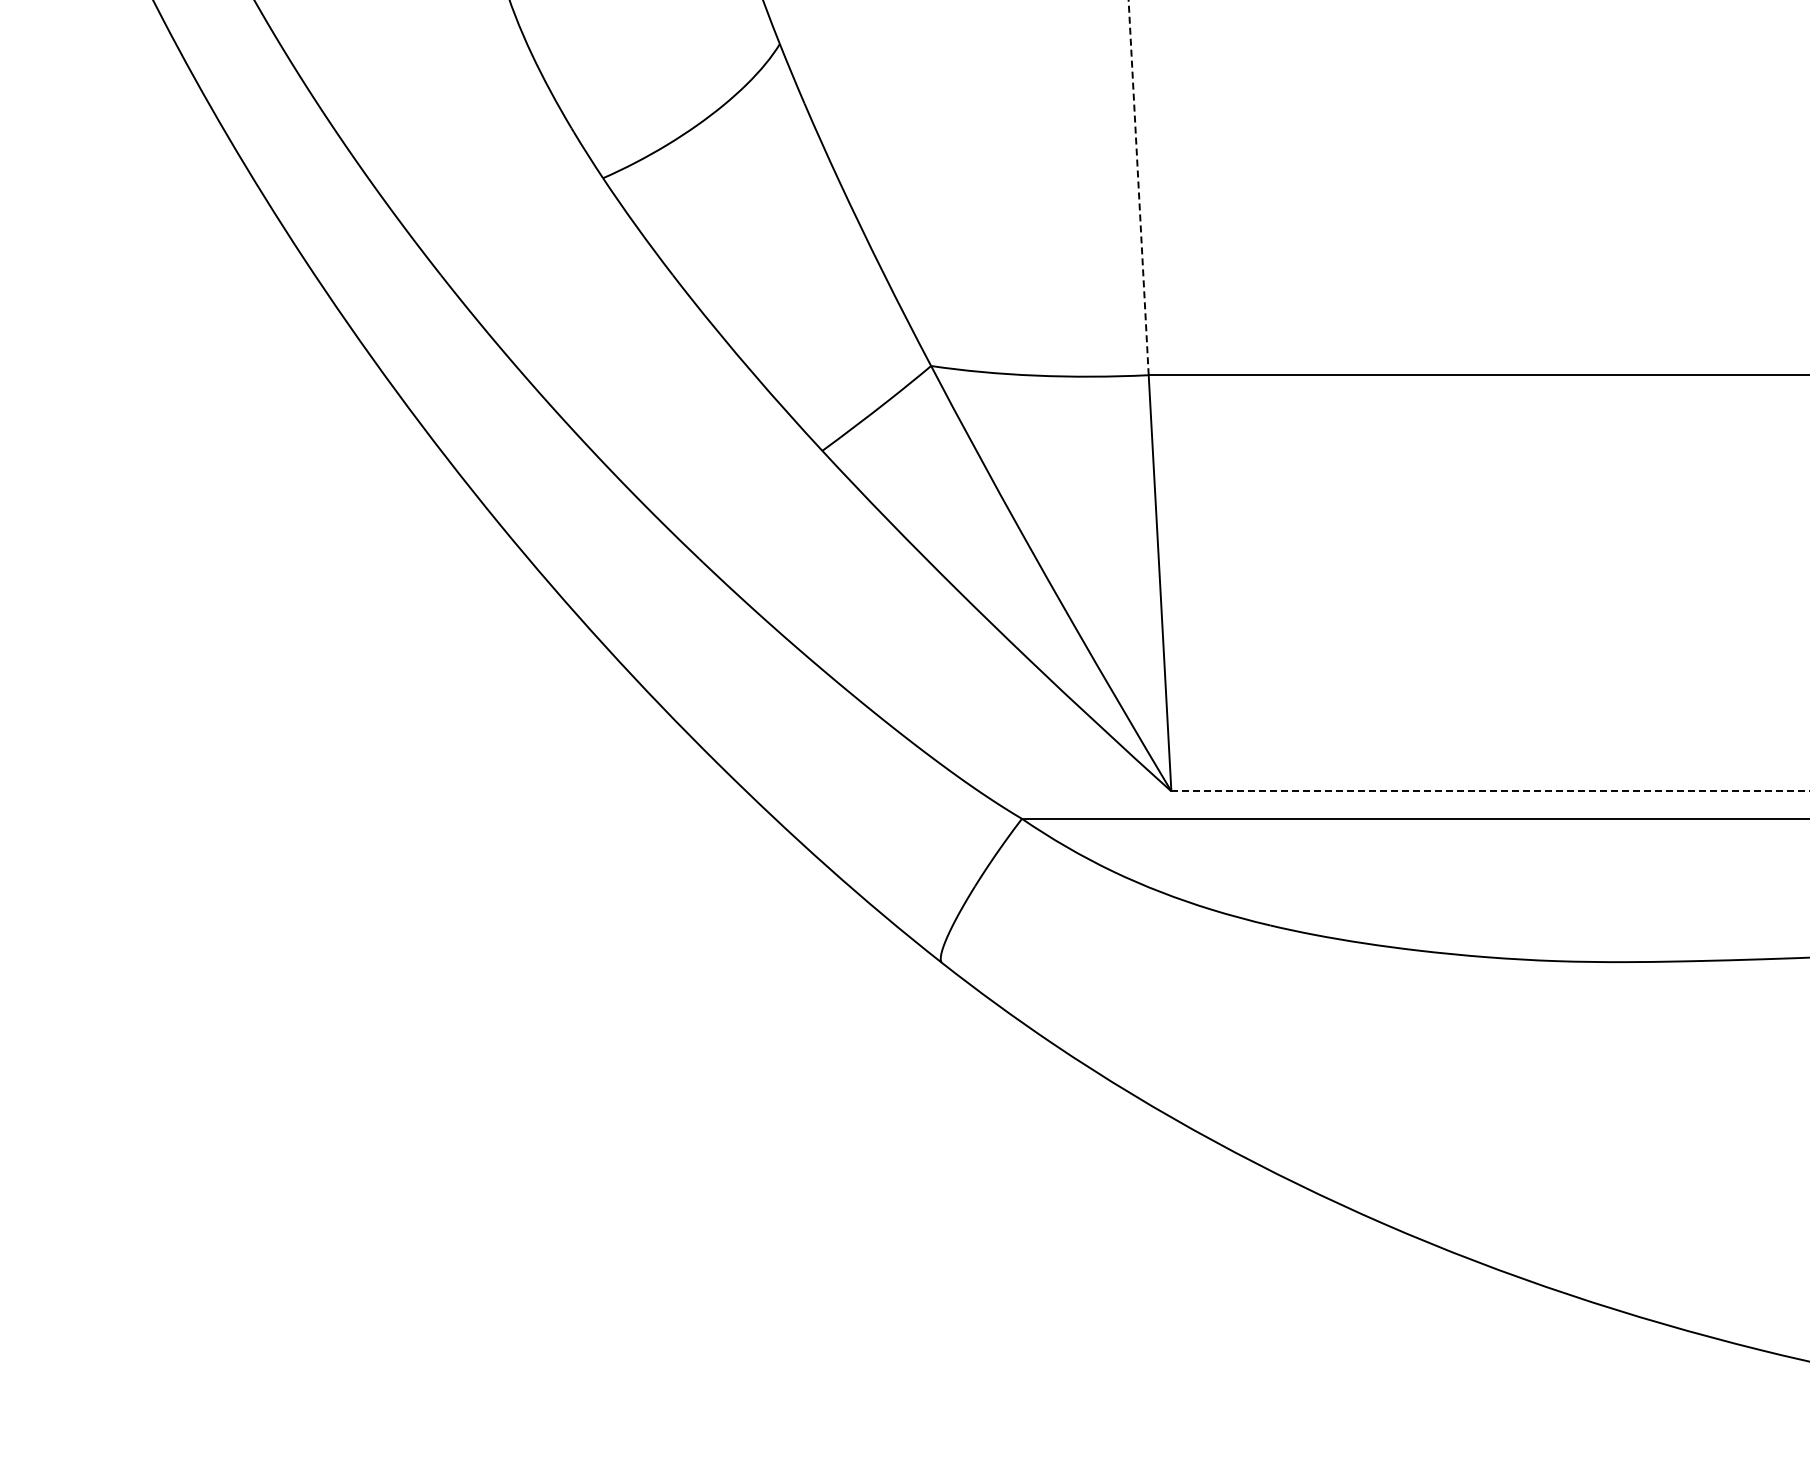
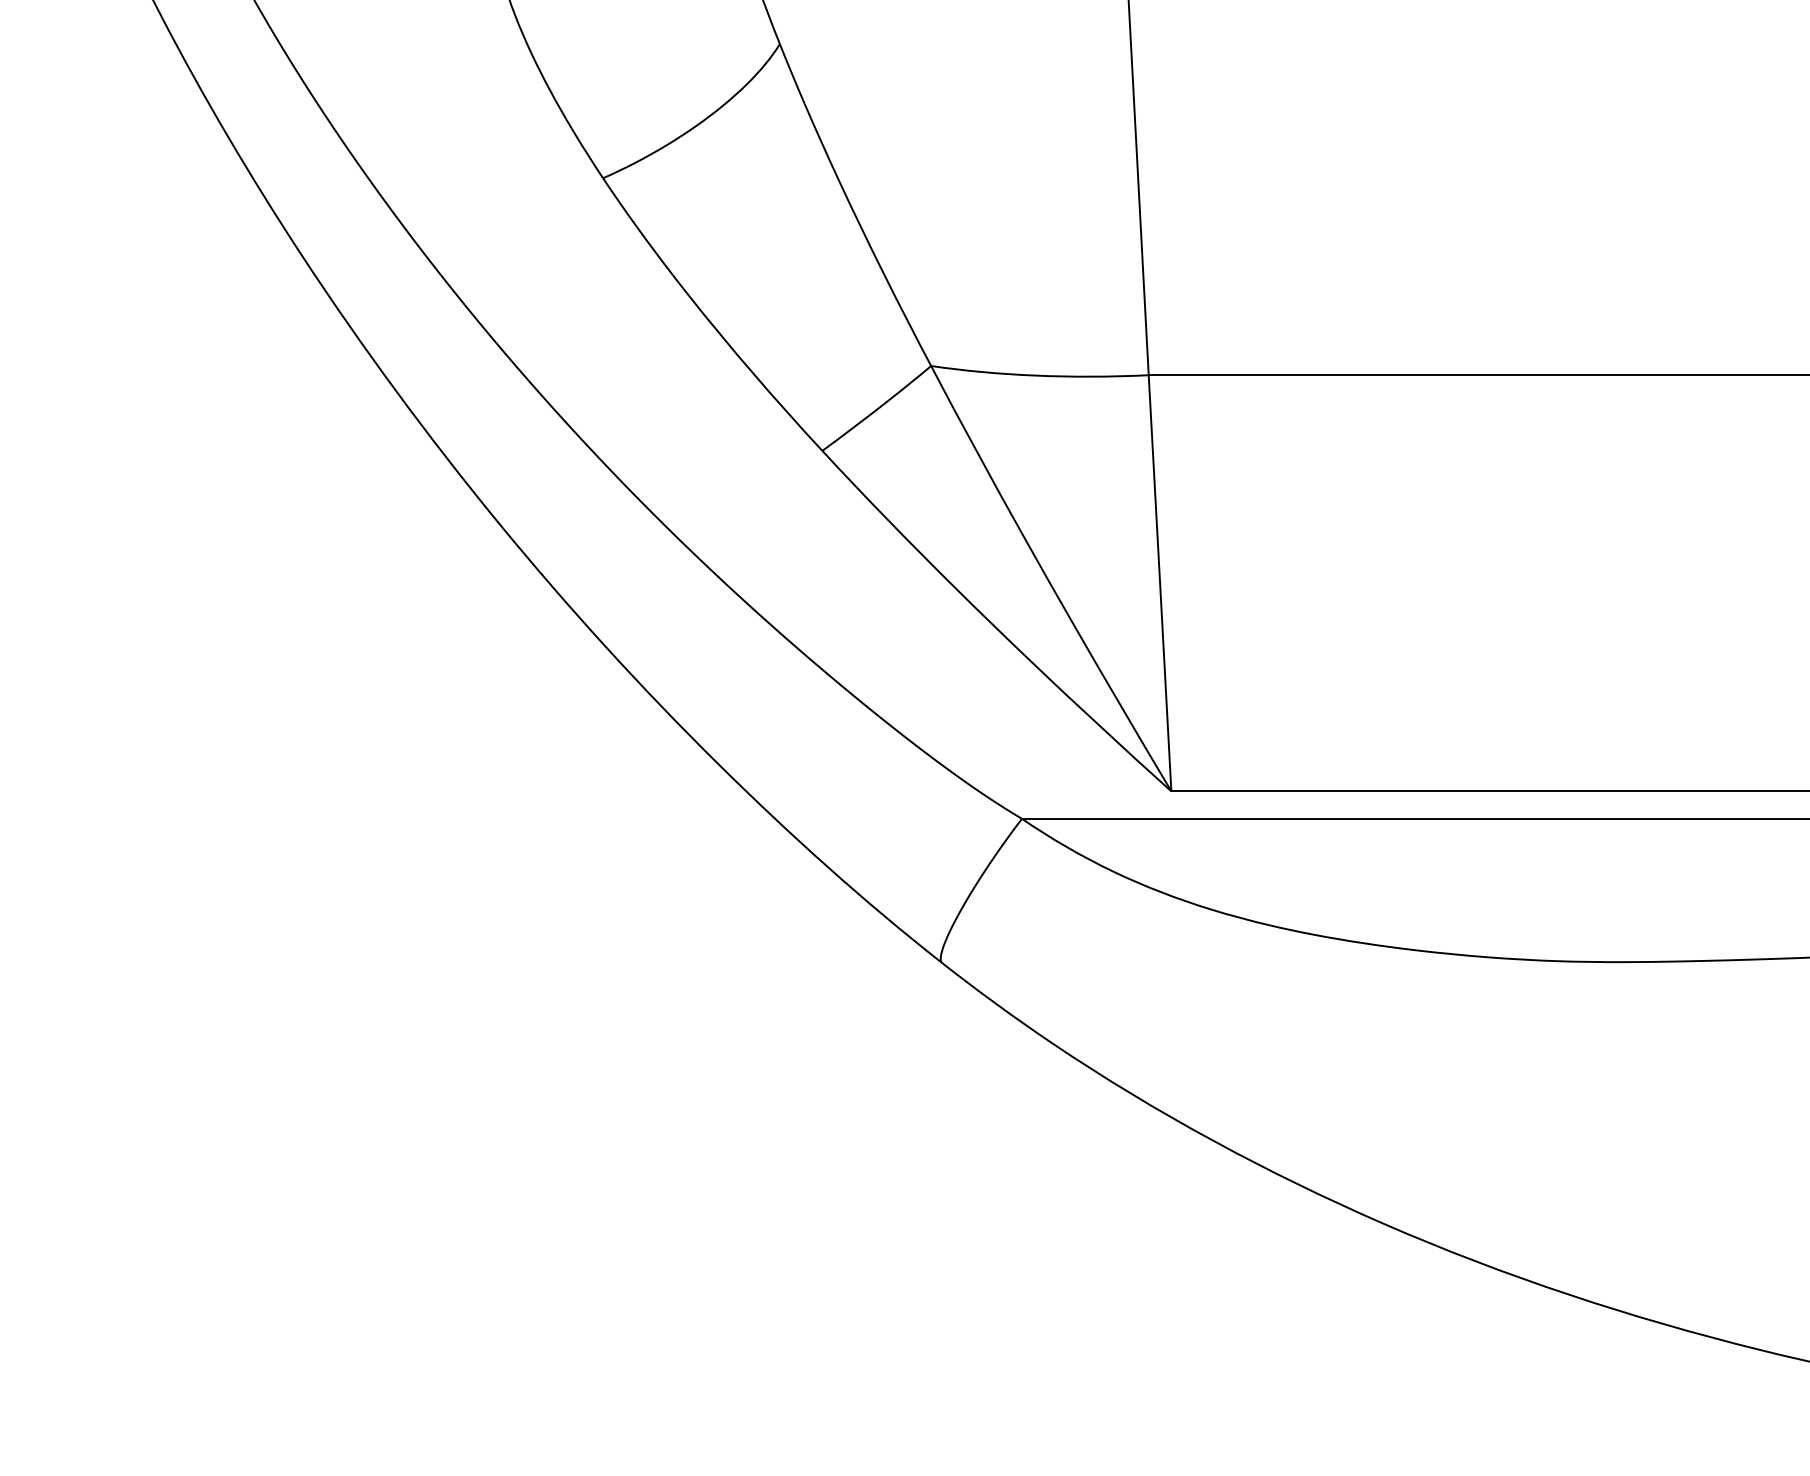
line at (1138, 187): dashed -> solid
line at (1490, 791): dashed -> solid
